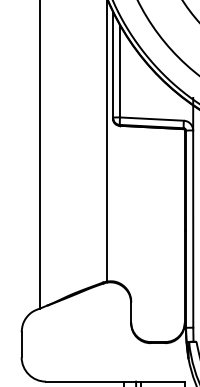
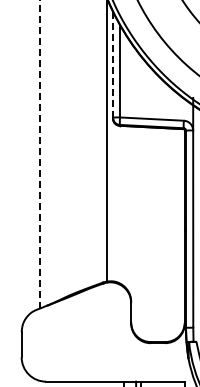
line at (112, 64): solid -> dashed
line at (39, 154): solid -> dashed
